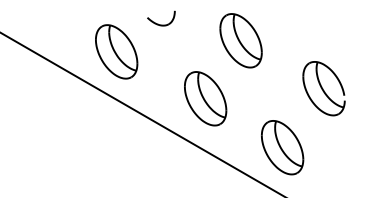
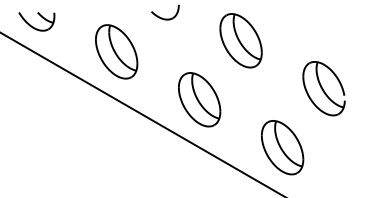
part at (161, 18) position: (161, 18) -> (165, 12)
part at (36, 21): none -> present
part at (205, 98) position: (205, 98) -> (199, 99)
